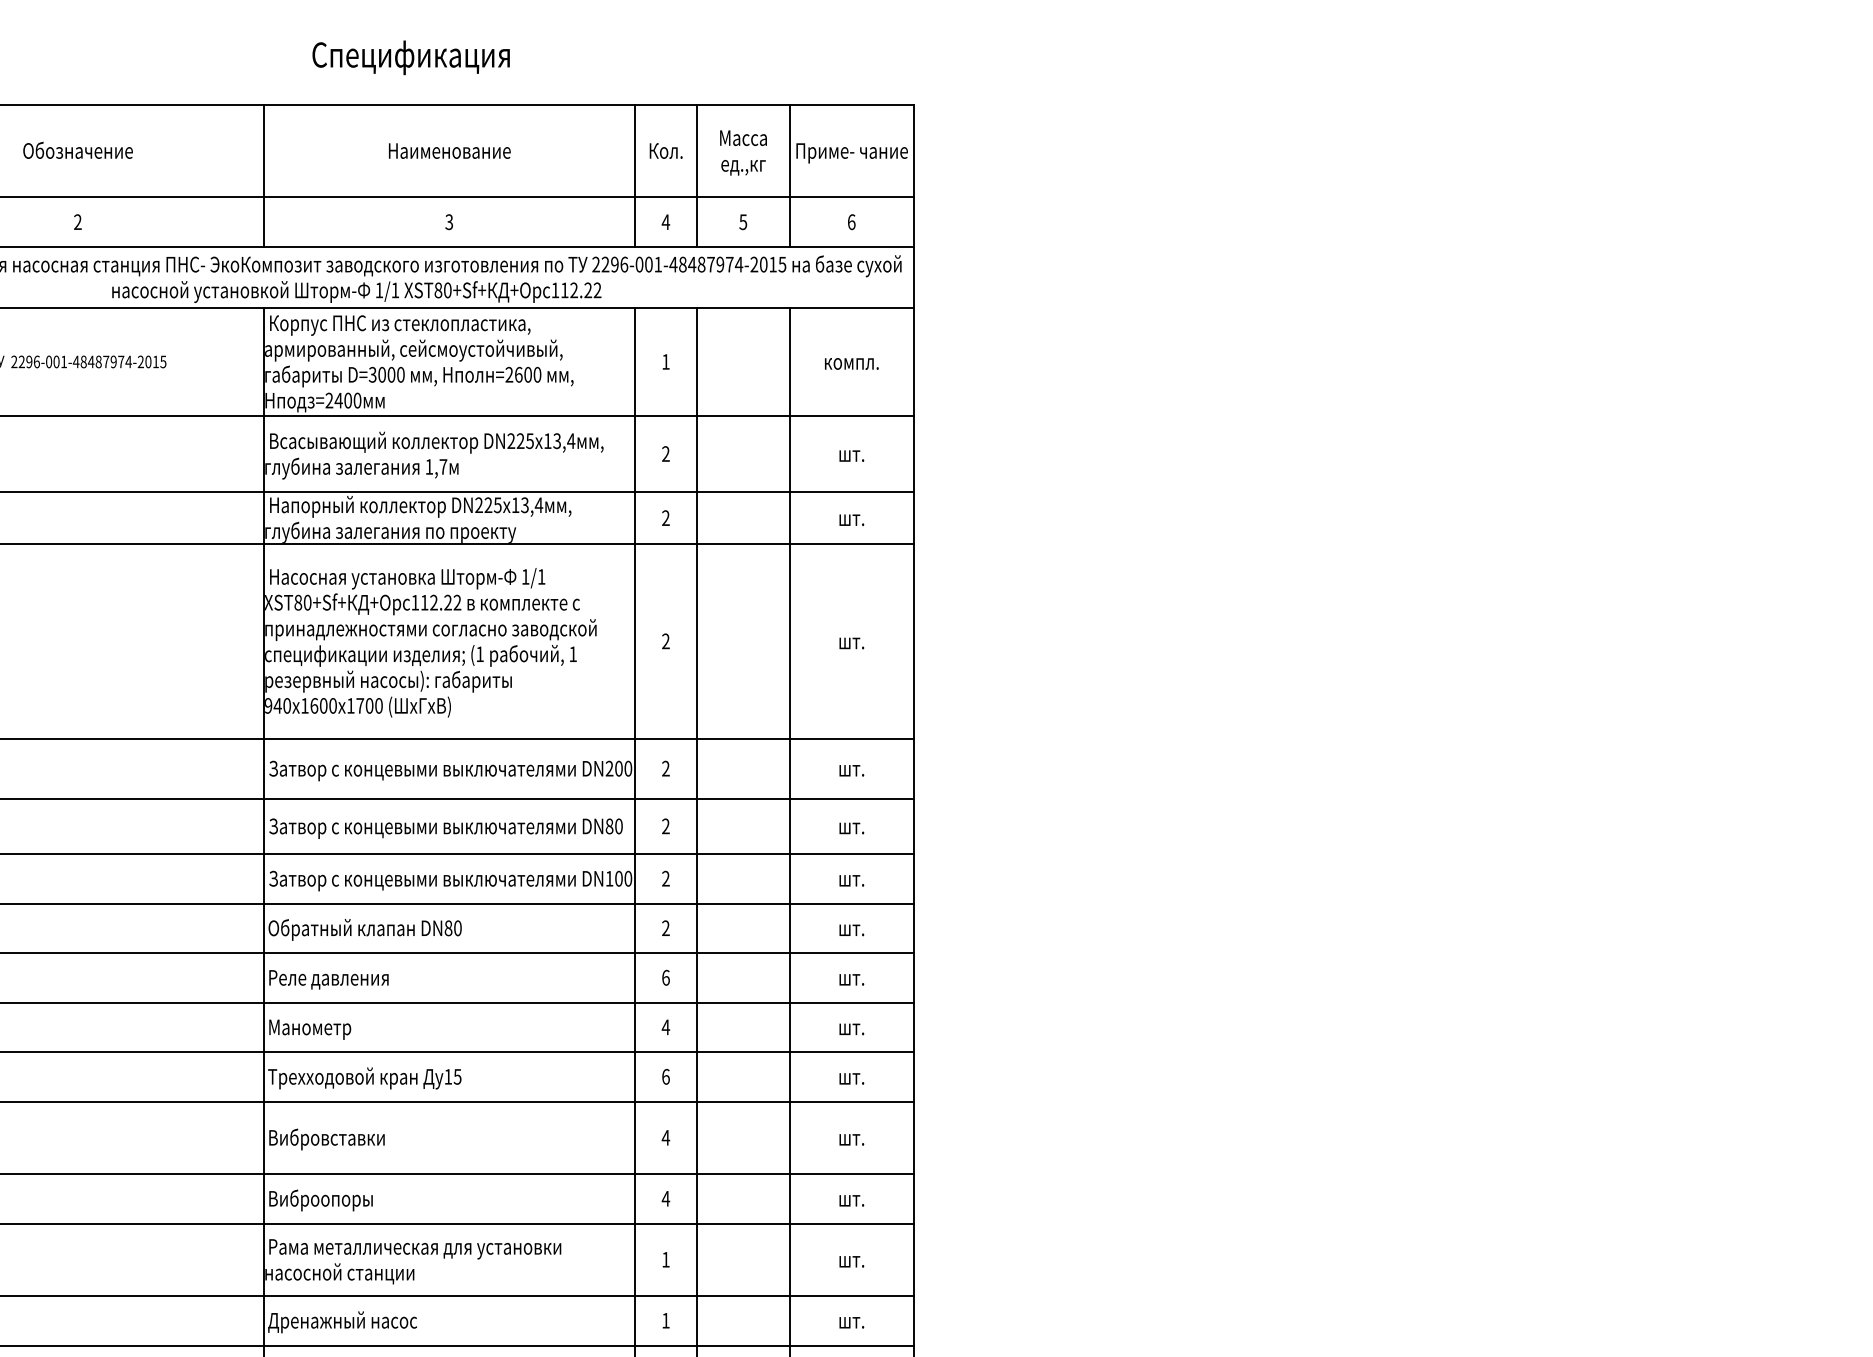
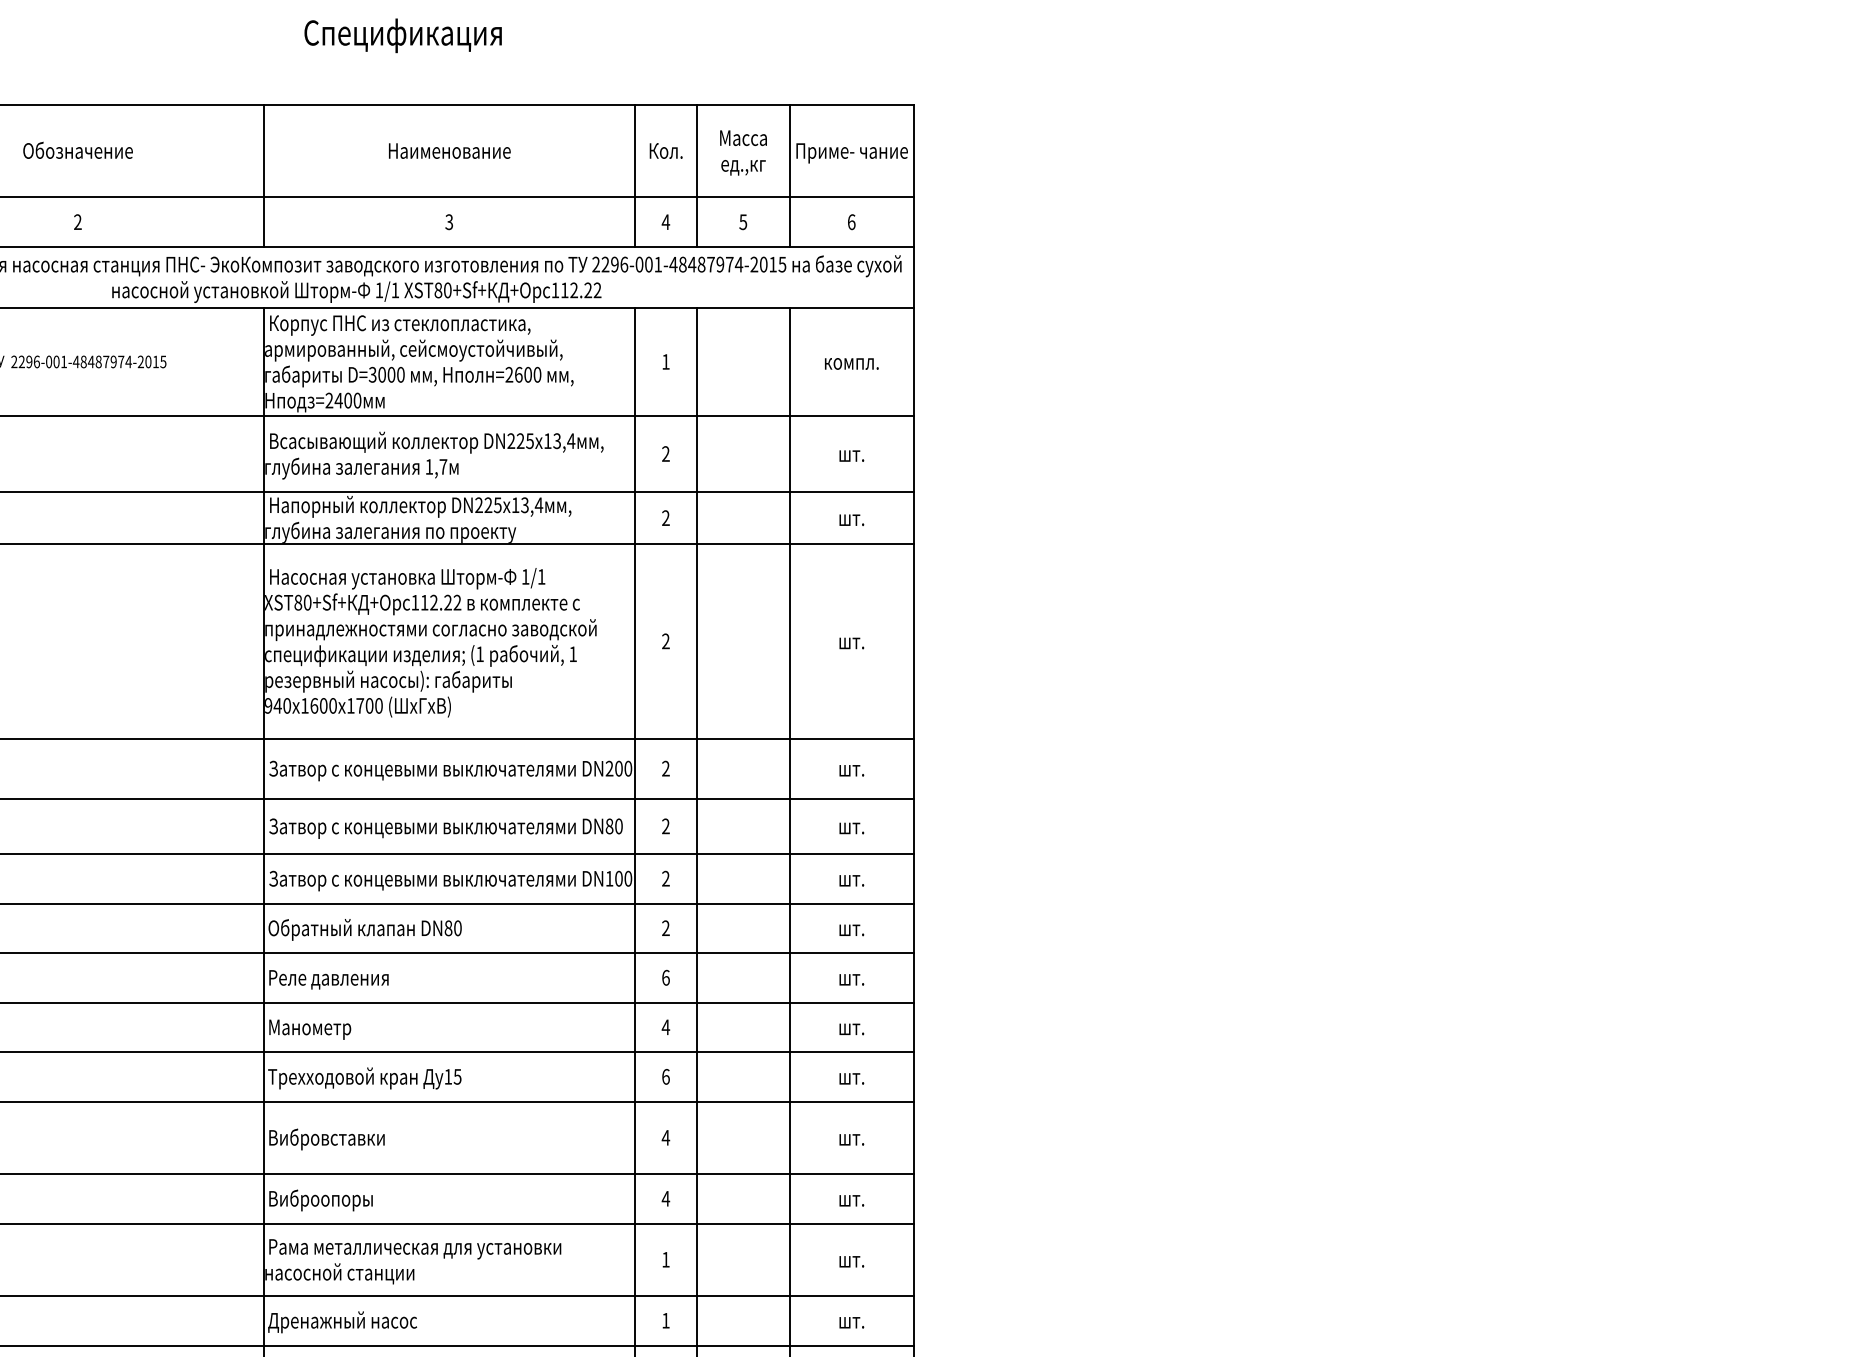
text at (410, 57) position: (410, 57) -> (402, 35)
